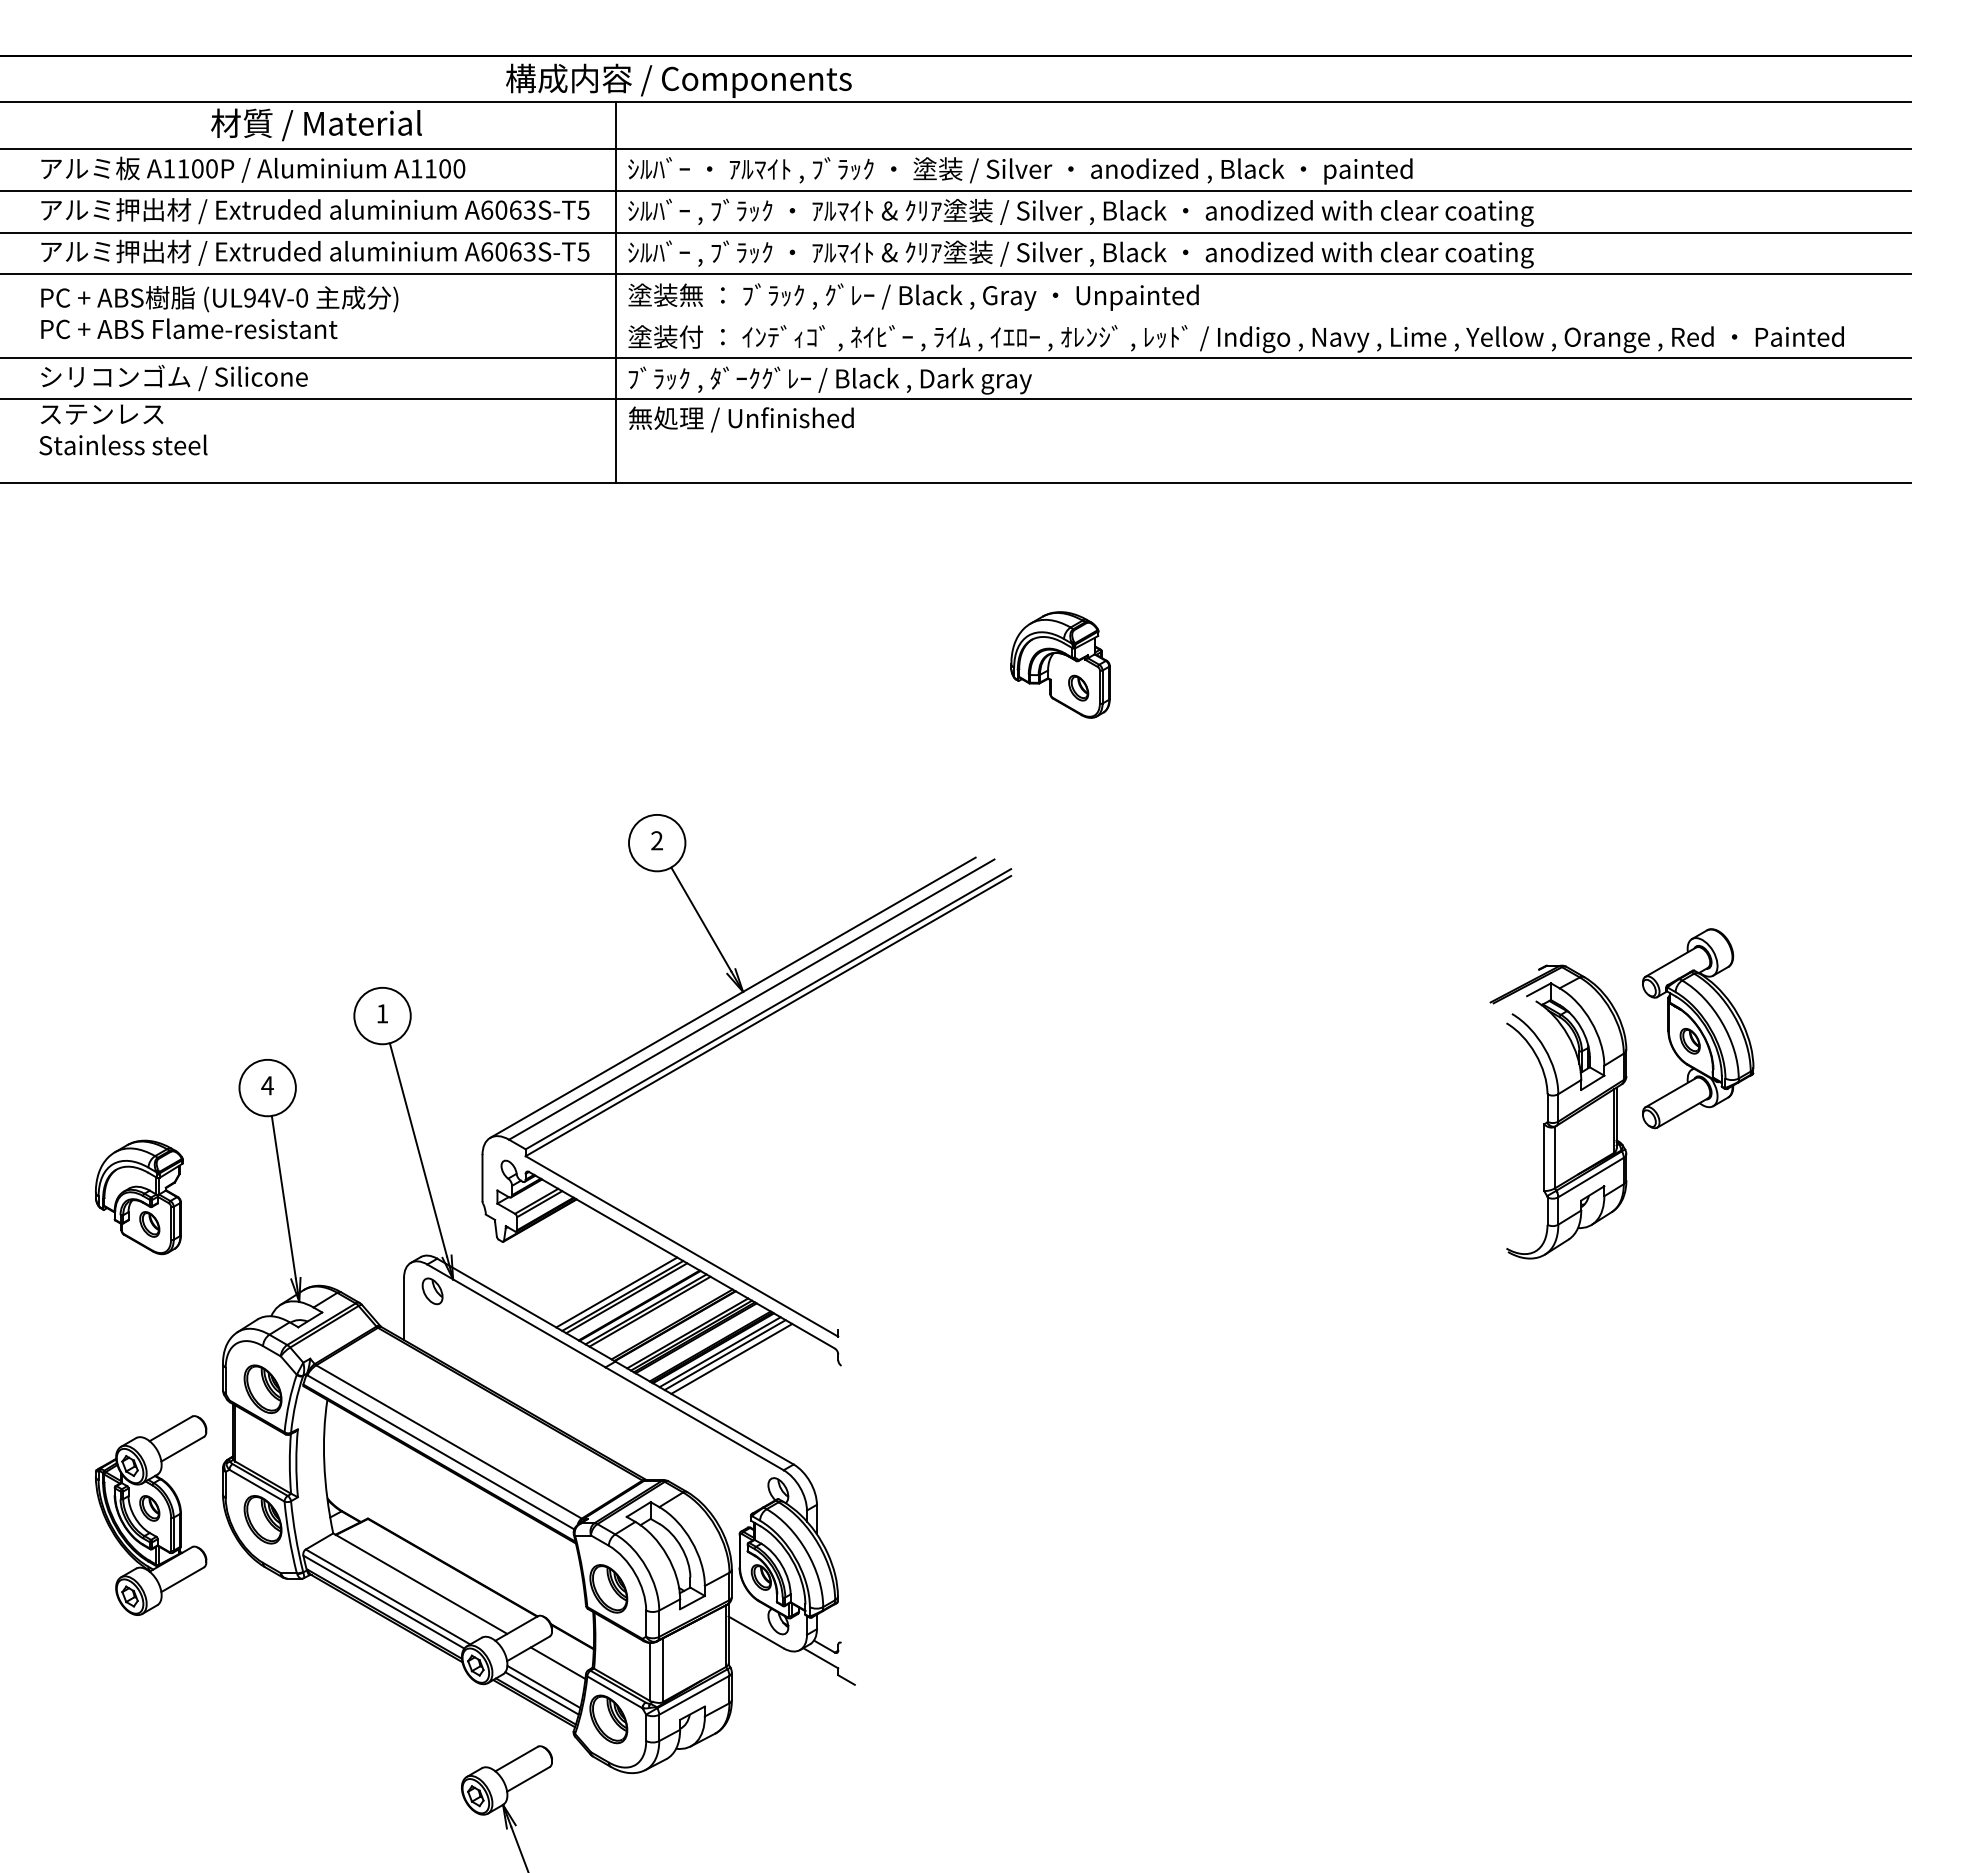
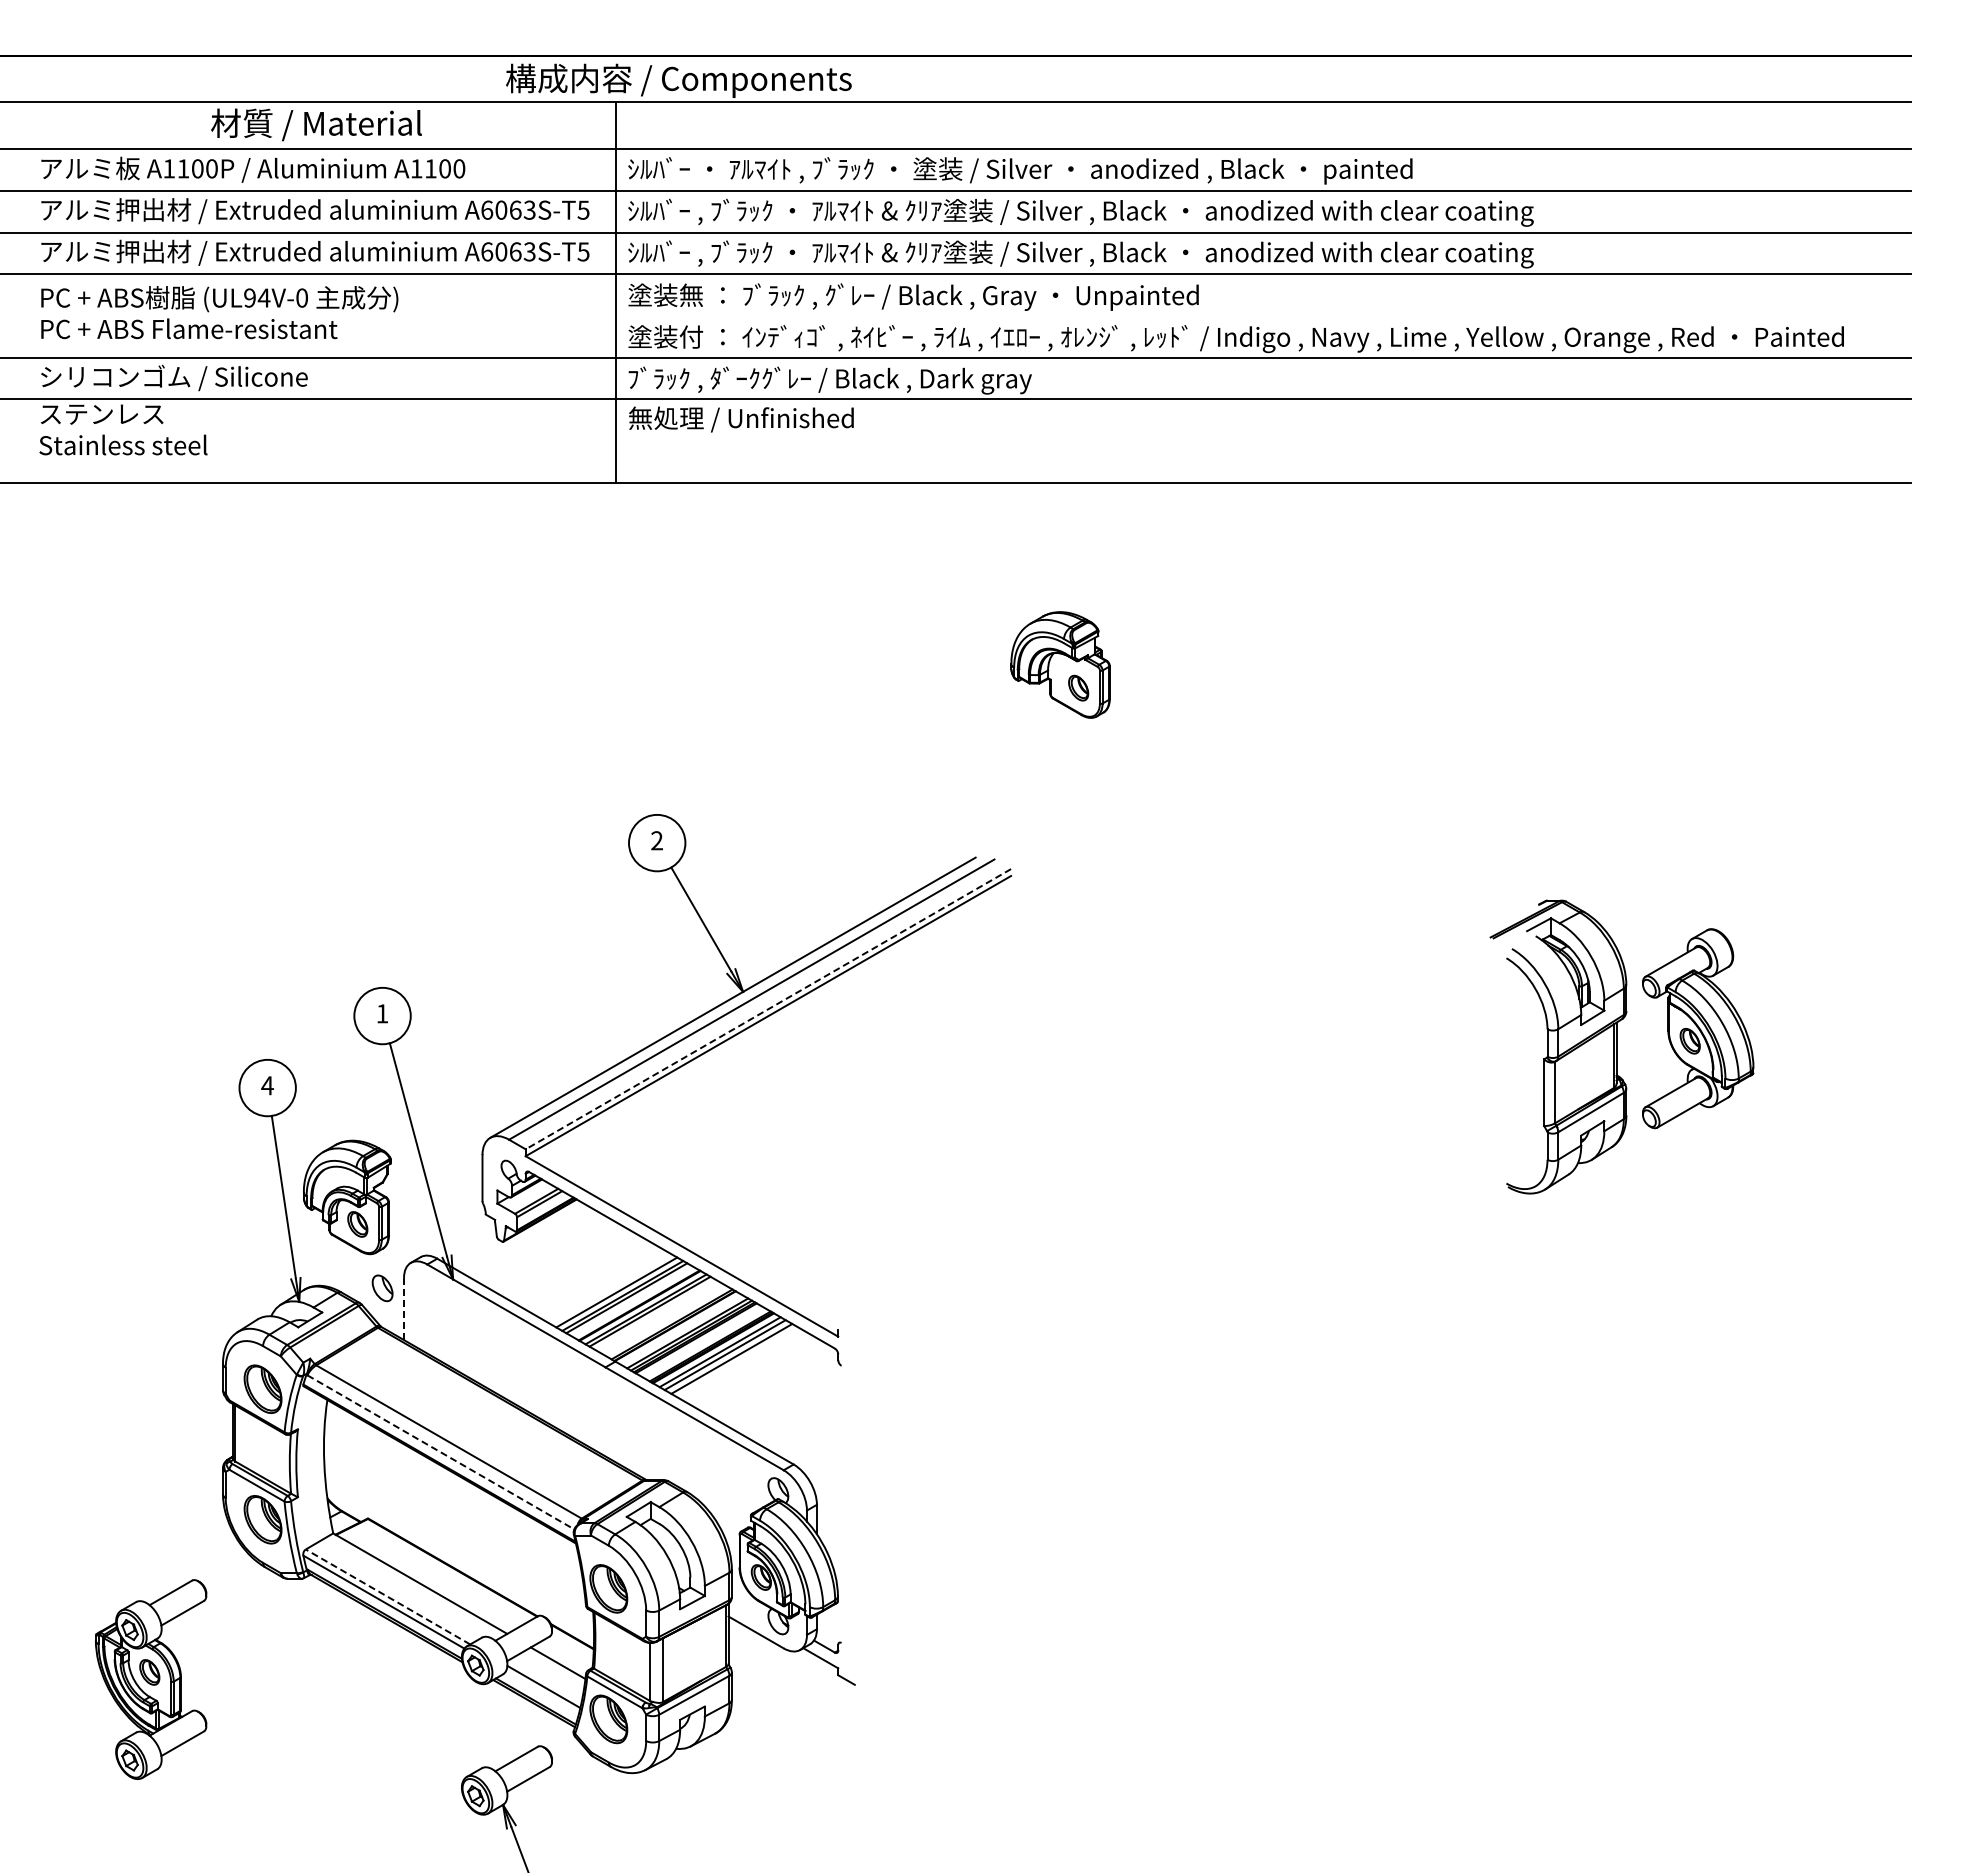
line at (767, 1009): solid -> dashed
part at (1558, 1111) position: (1558, 1111) -> (1558, 1046)
part at (139, 1197) position: (139, 1197) -> (347, 1197)
part at (432, 1291) position: (432, 1291) -> (382, 1288)
line at (404, 1309): solid -> dashed
line at (441, 1452): solid -> dashed
part at (151, 1515) position: (151, 1515) -> (151, 1679)
line at (388, 1596): solid -> dashed
line at (541, 1693): present -> none
